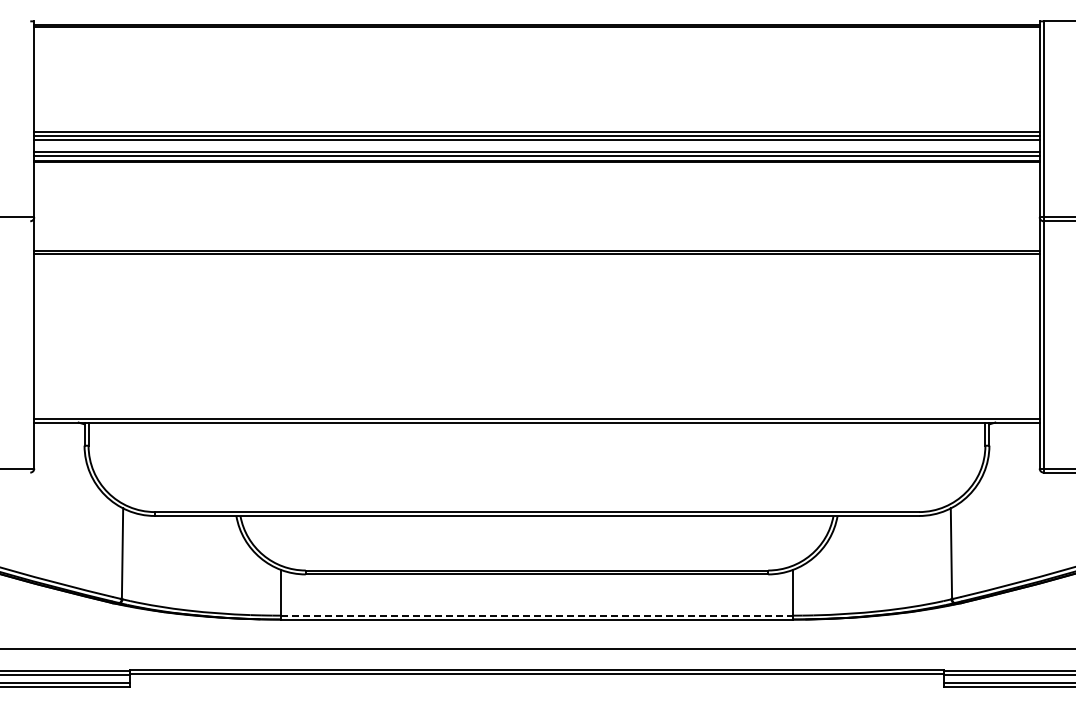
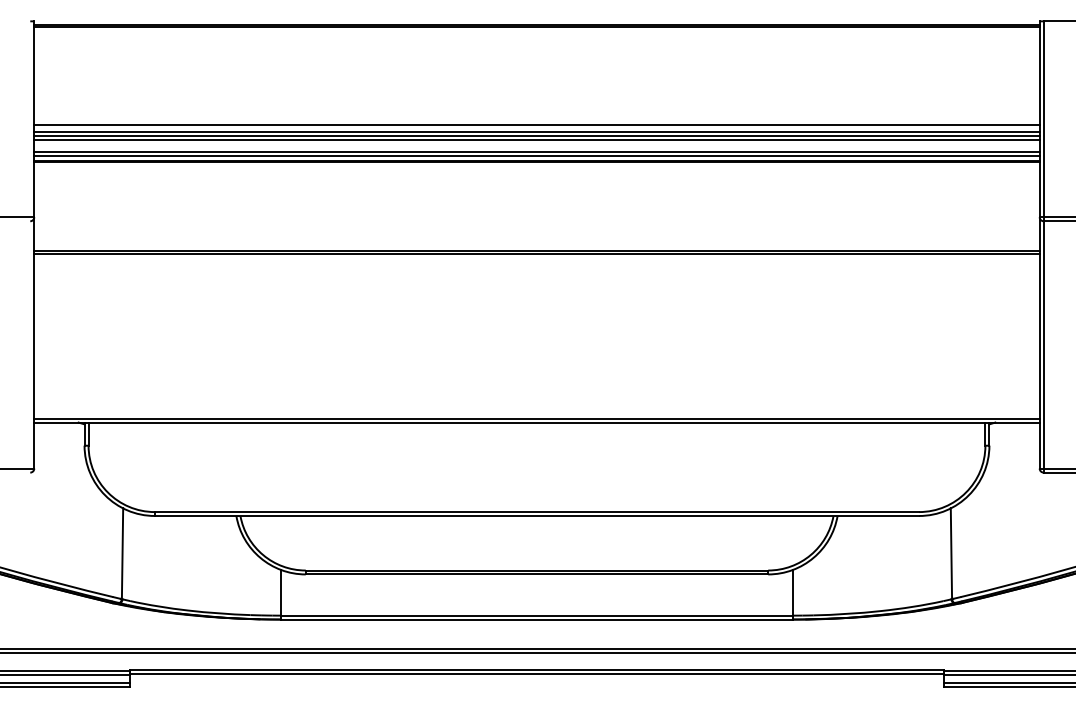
line at (536, 125): none -> present
line at (536, 615): dashed -> solid
line at (537, 652): none -> present
